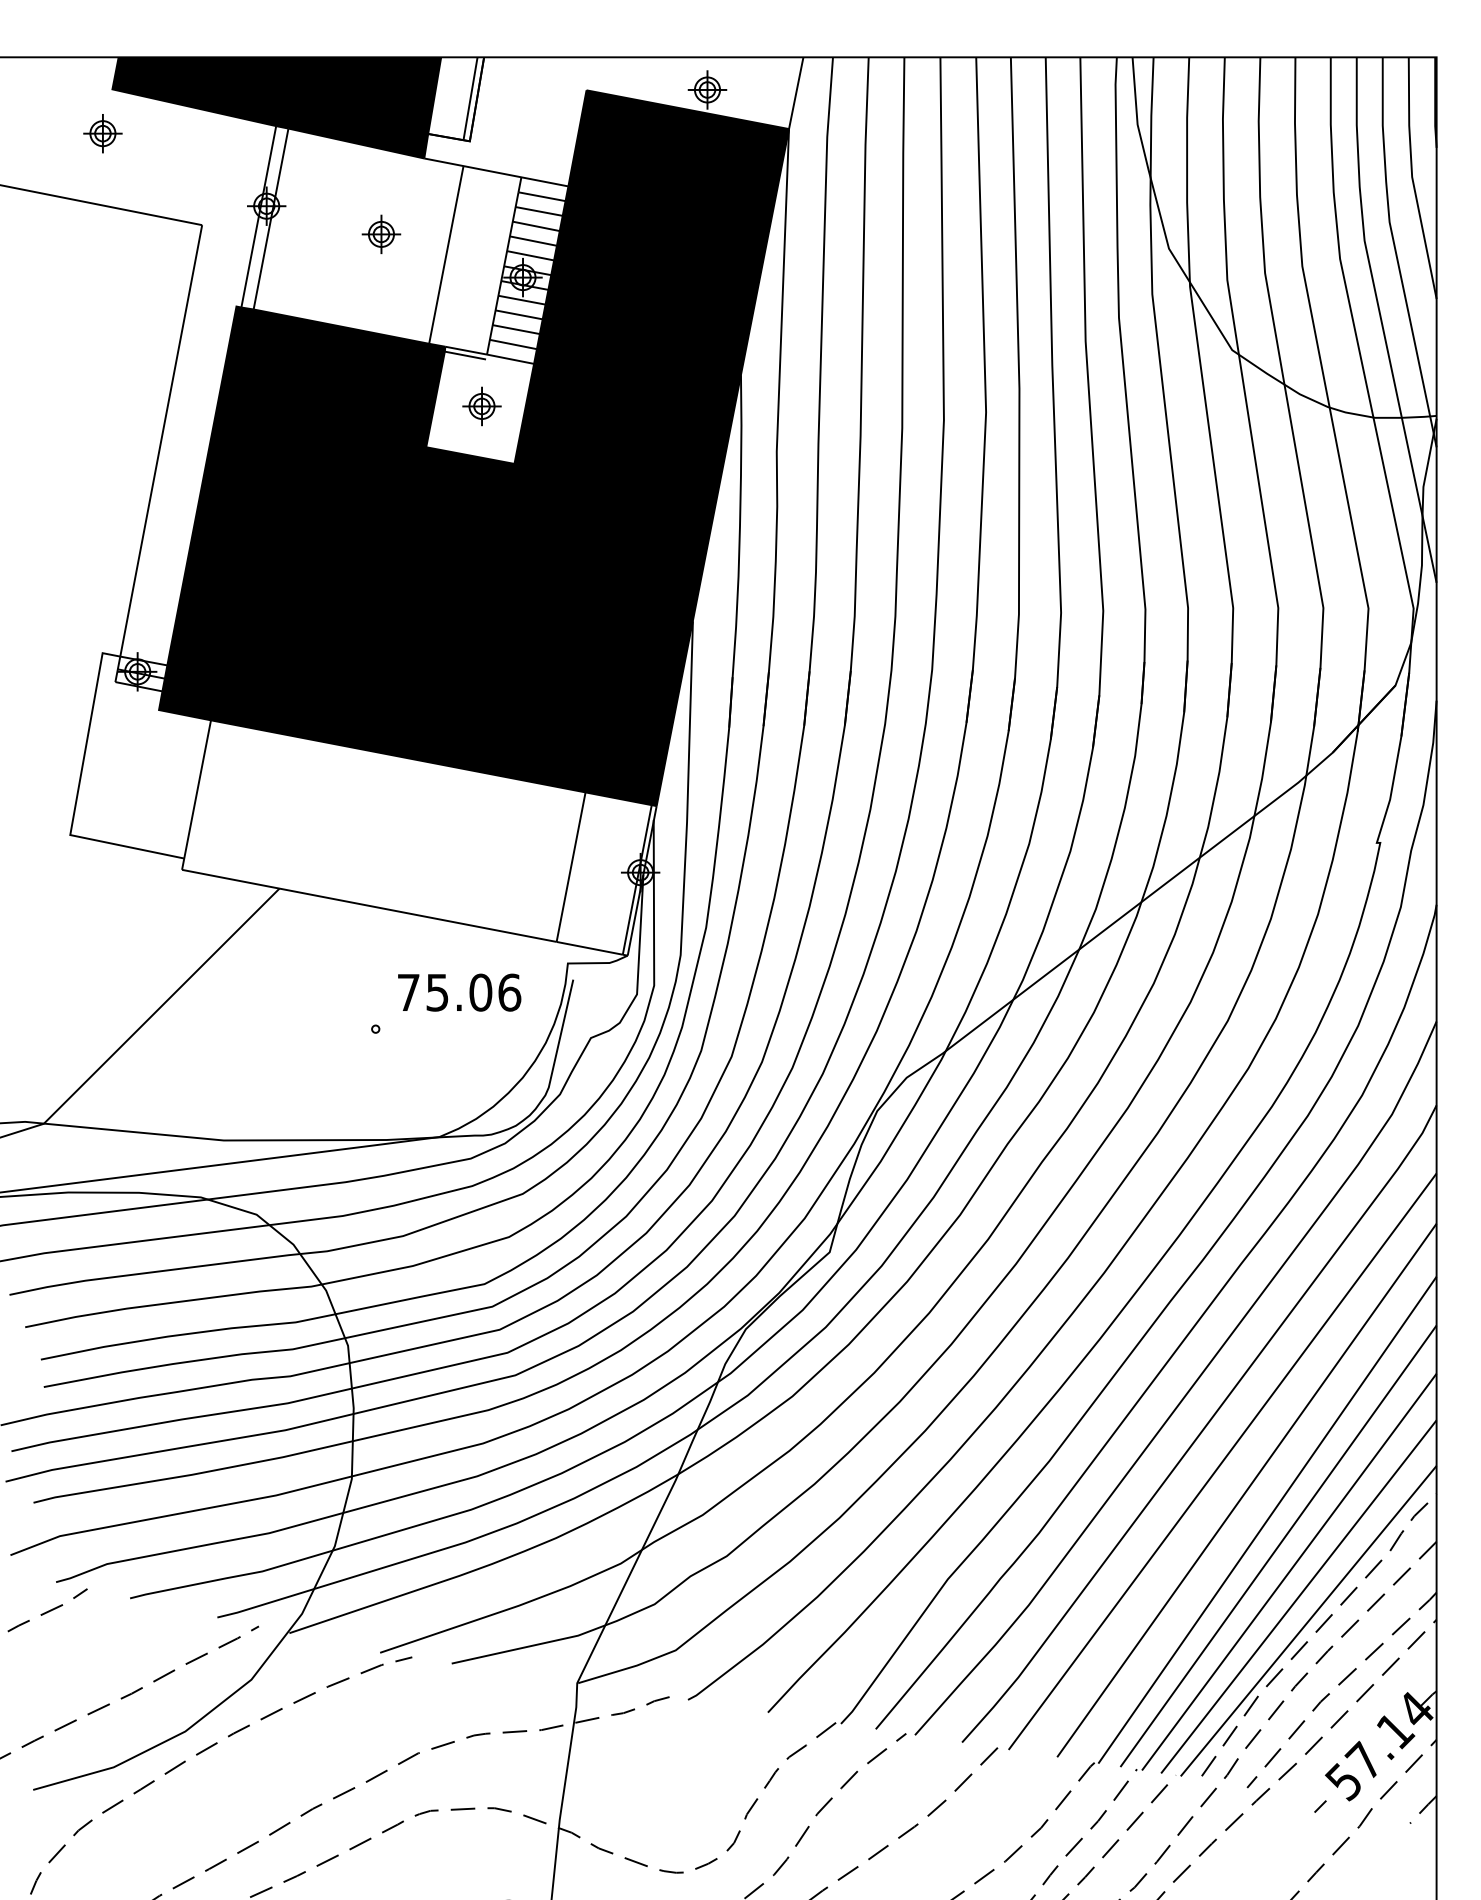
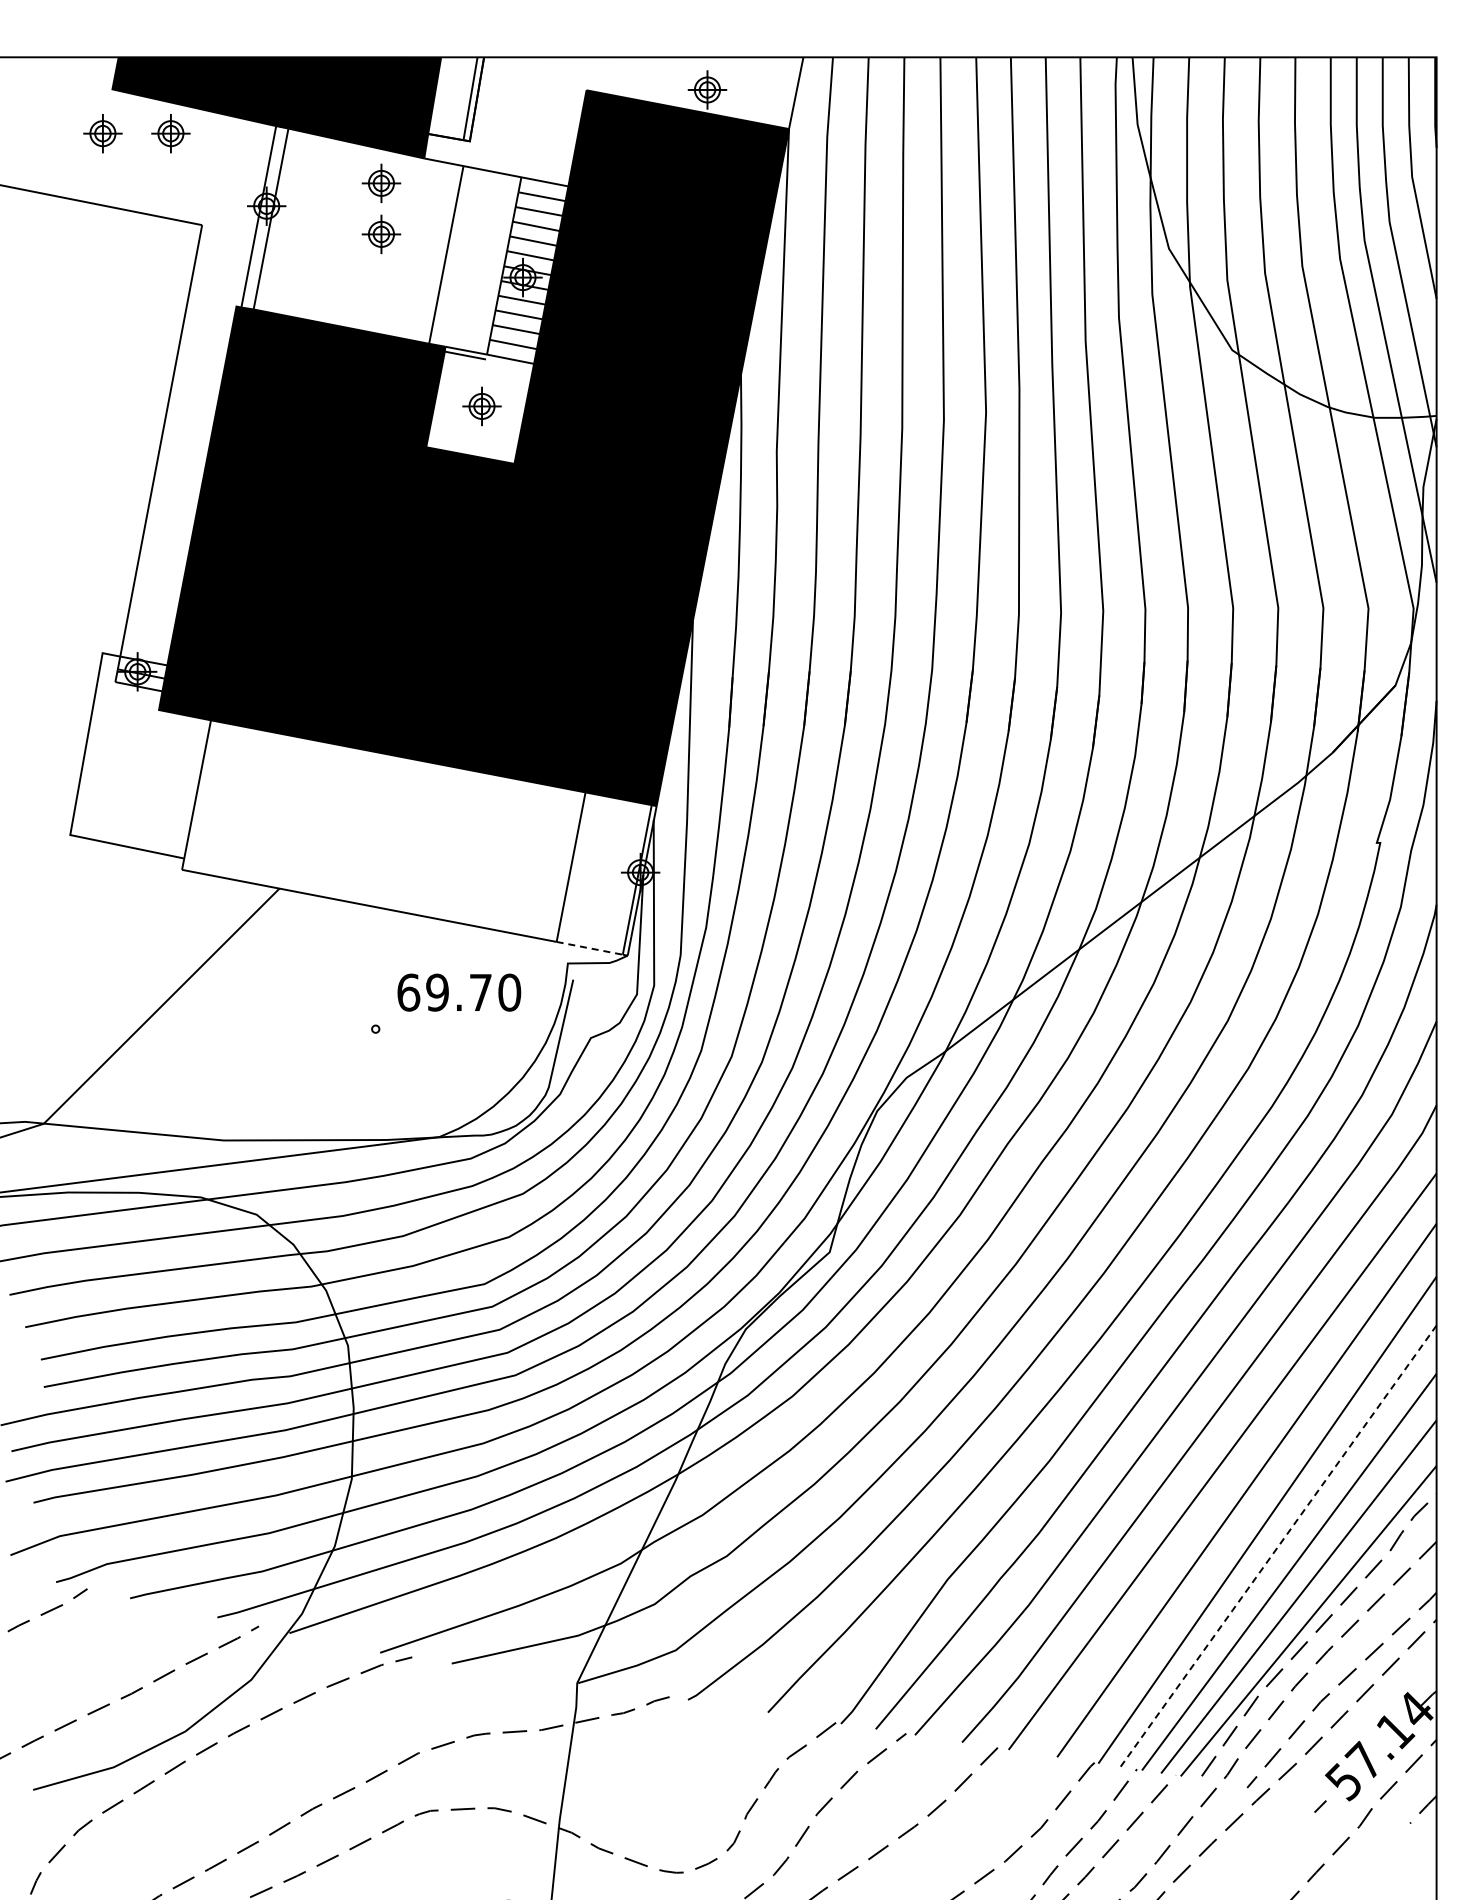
part at (170, 133): none -> present
part at (381, 183): none -> present
line at (589, 948): solid -> dashed
text at (459, 992): 75.06 -> 69.70
line at (1278, 1546): solid -> dashed
